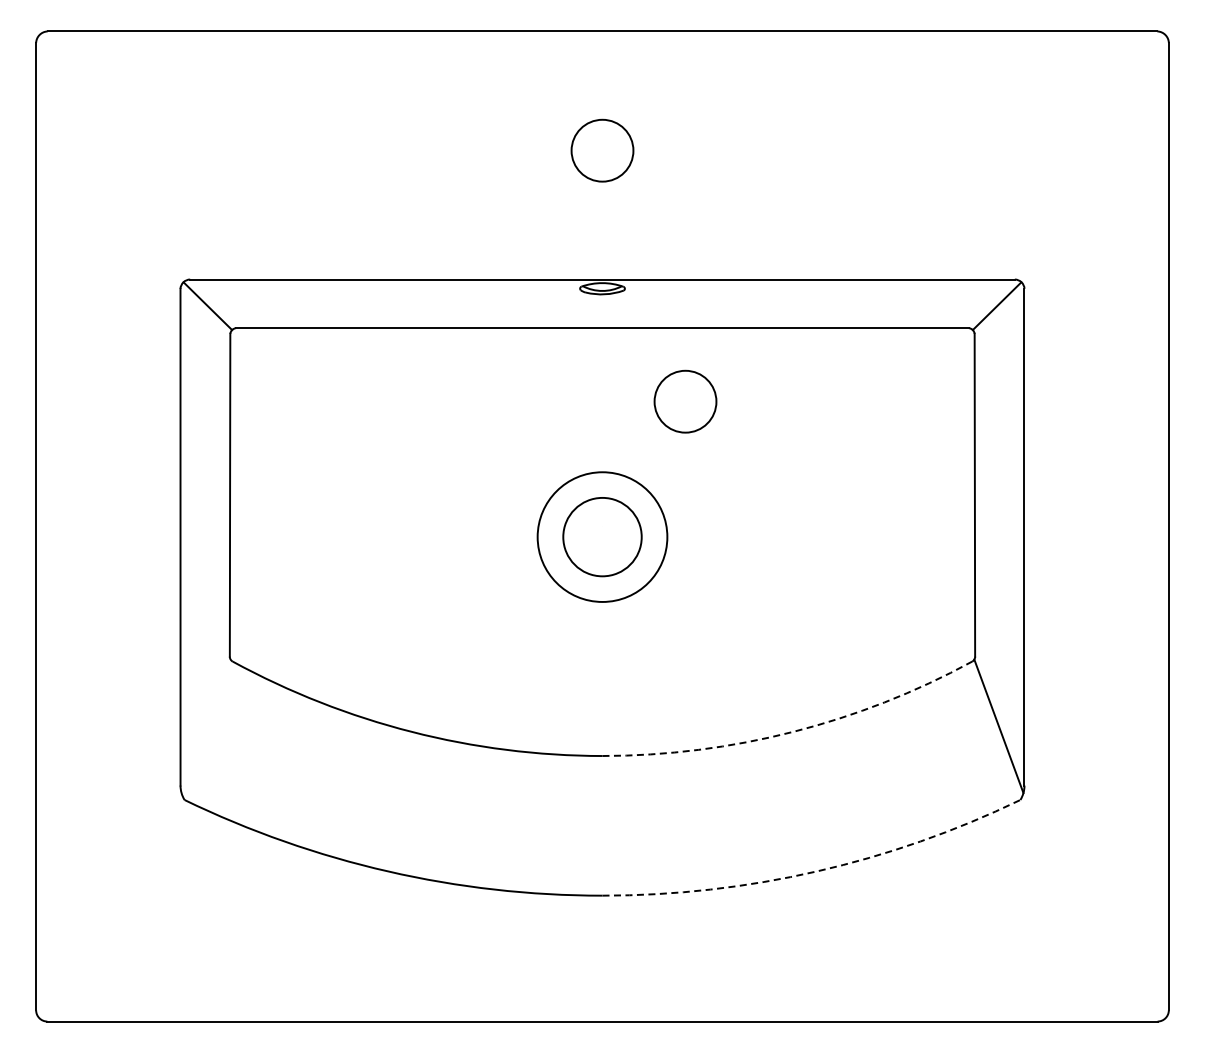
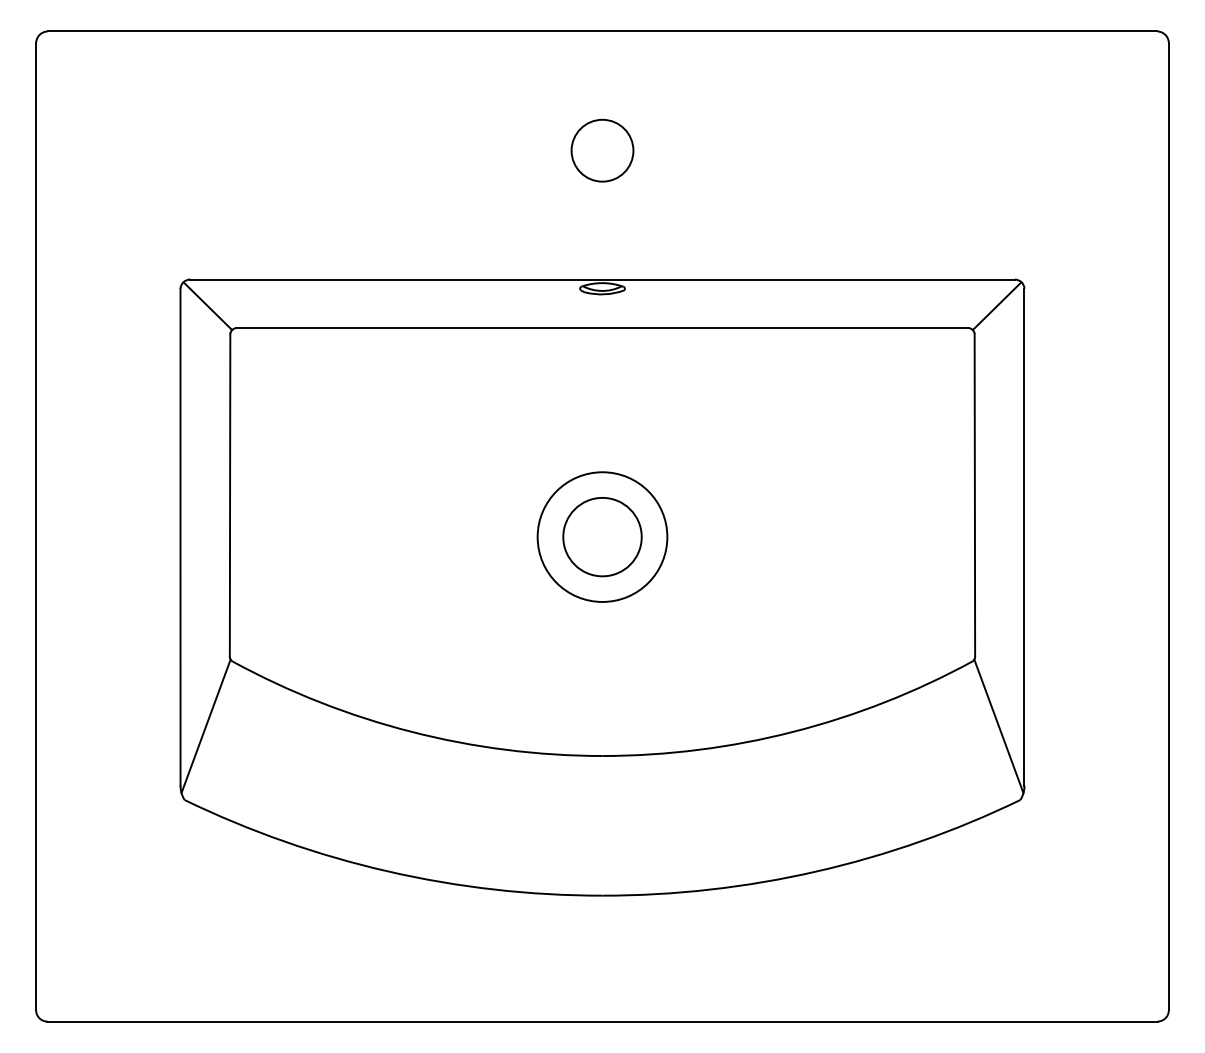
circle at (685, 401): present -> none
line at (205, 726): none -> present
arc at (793, 731): dashed -> solid
arc at (816, 871): dashed -> solid
